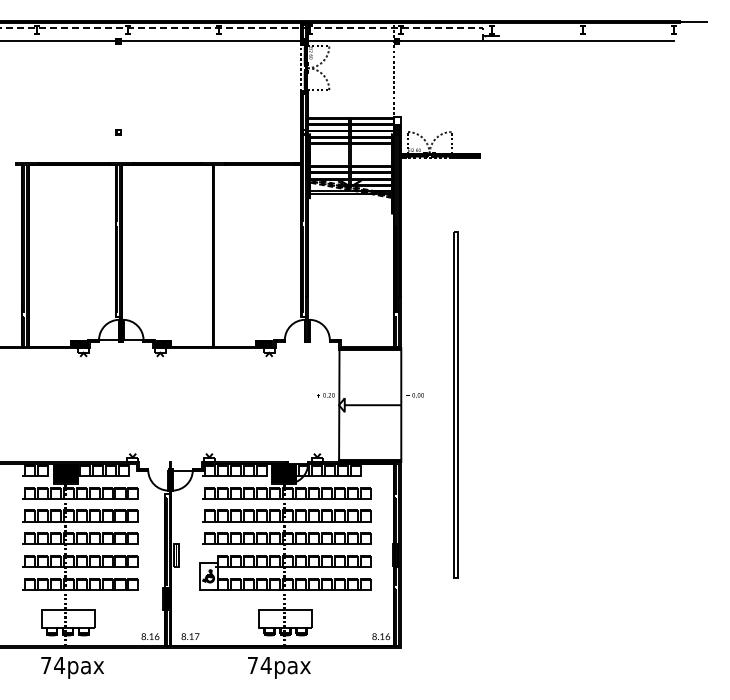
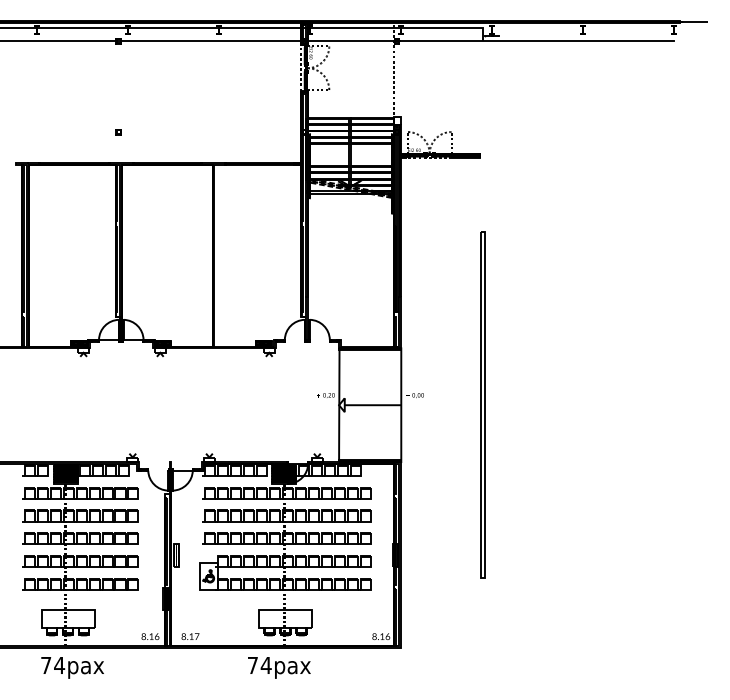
line at (249, 27): dashed -> solid
part at (455, 404) position: (455, 404) -> (482, 404)
